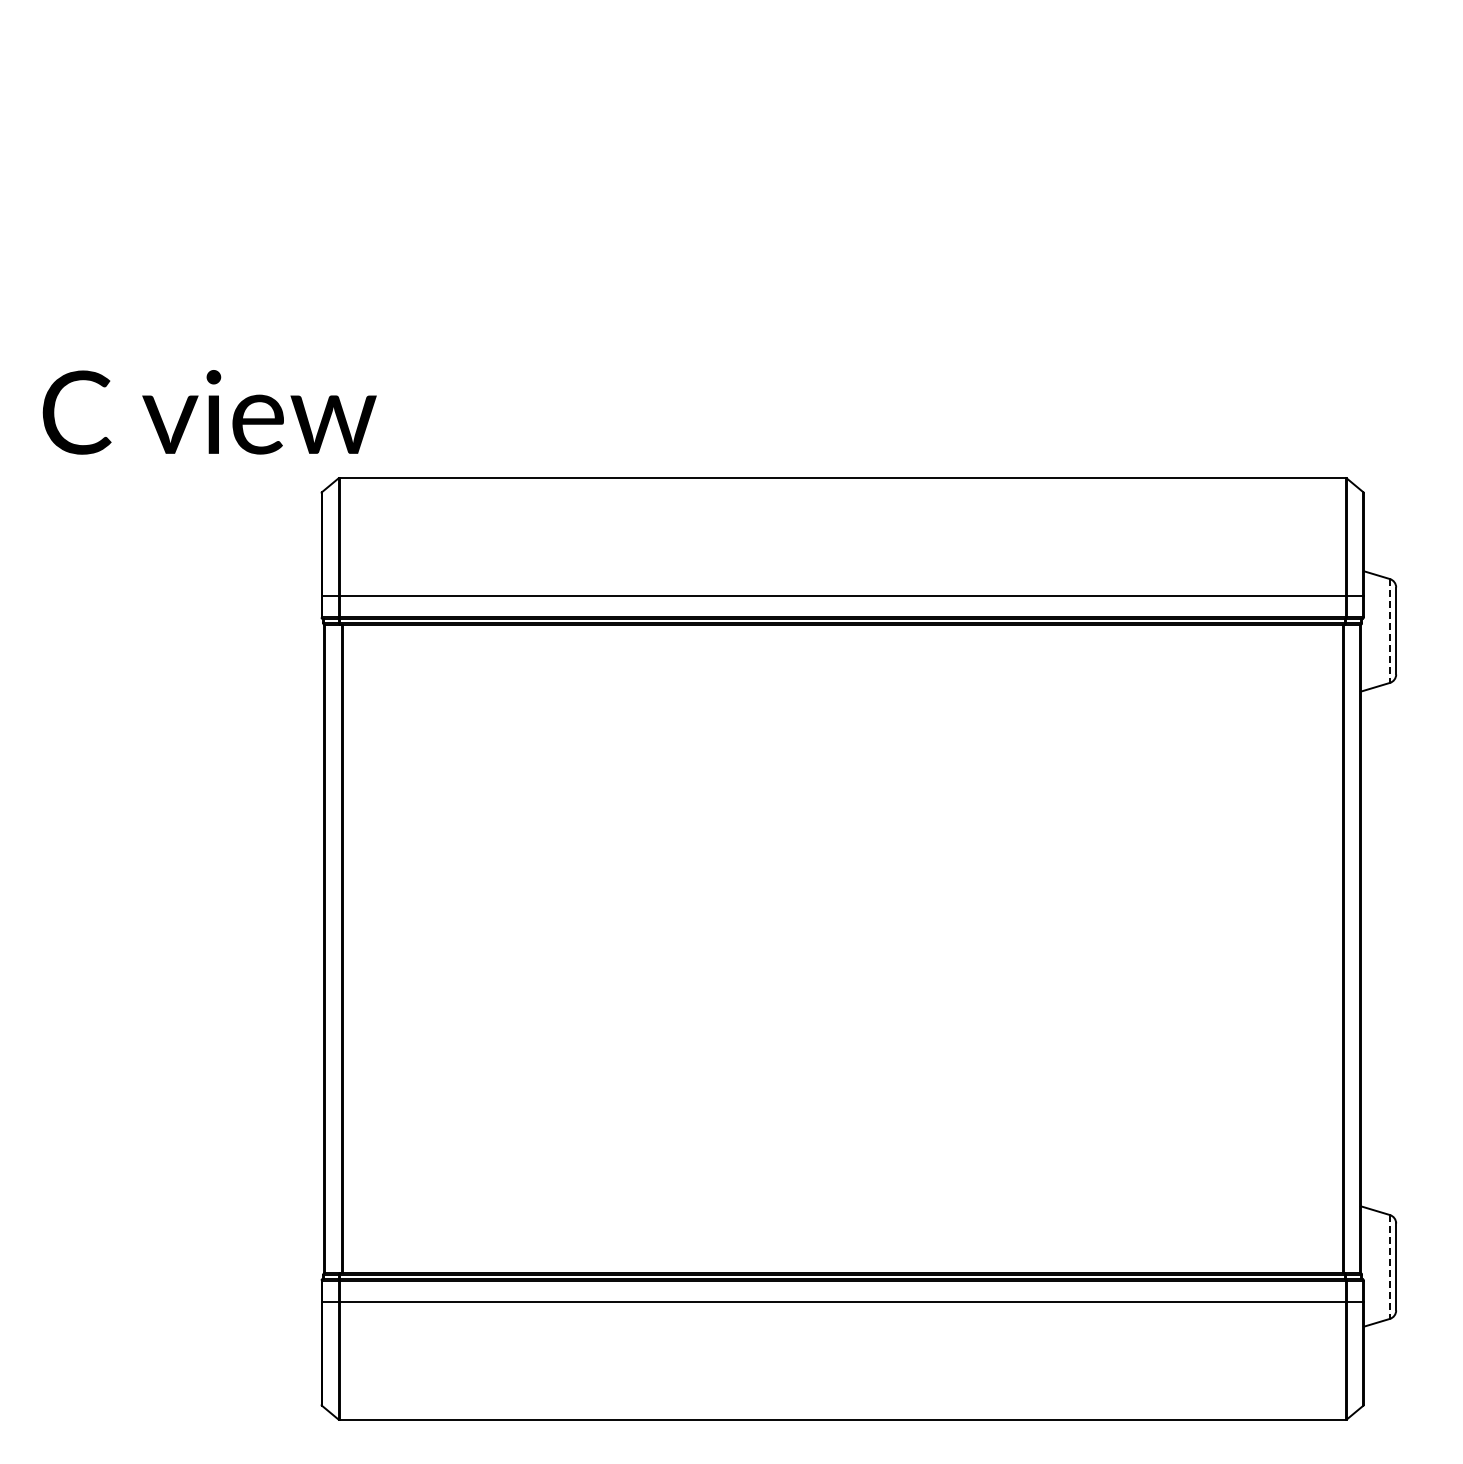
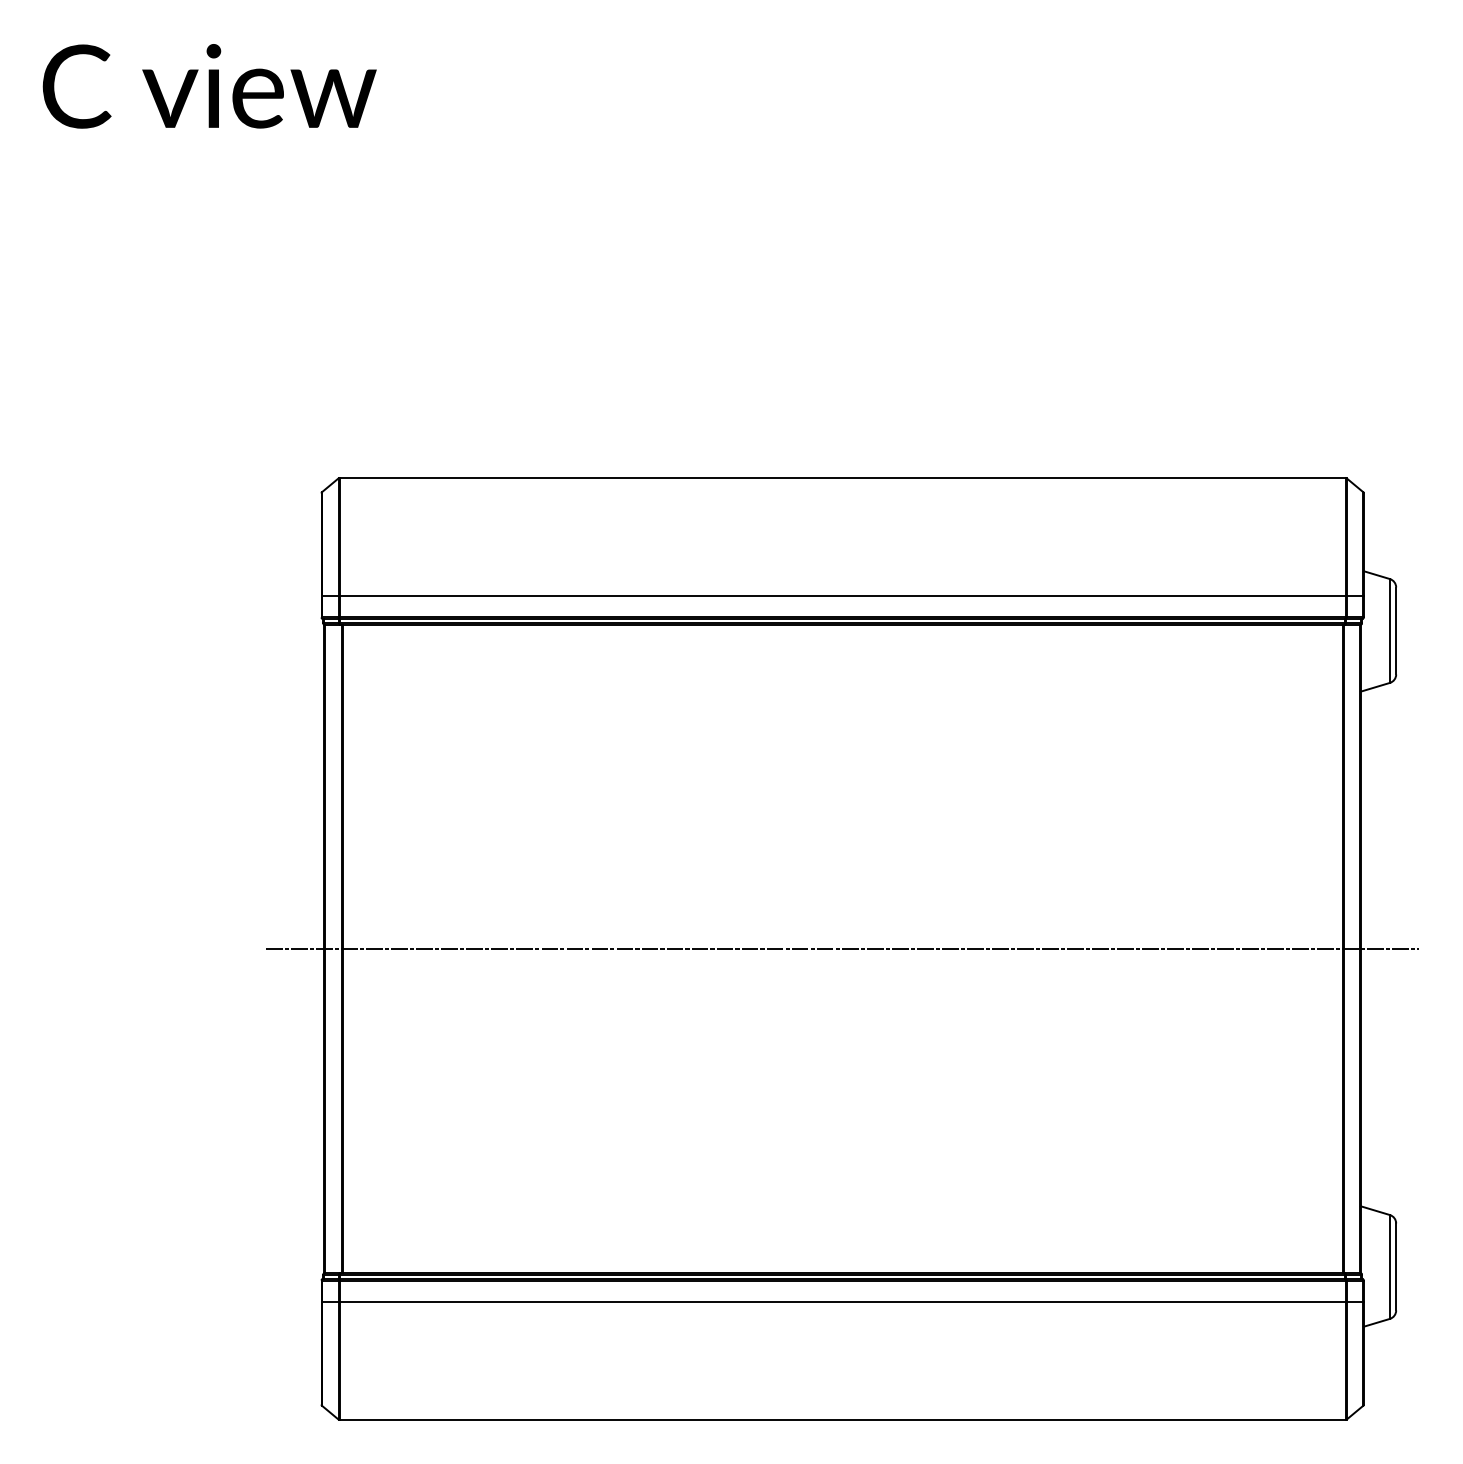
text at (209, 412) position: (209, 412) -> (209, 86)
line at (1389, 630): dashed -> solid
line at (842, 948): none -> present
line at (1389, 1266): dashed -> solid
